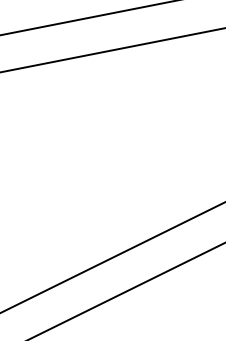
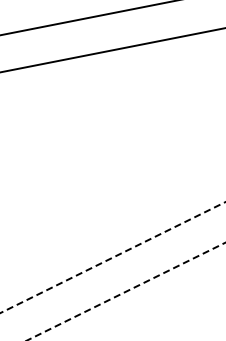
line at (113, 257): solid -> dashed
line at (126, 291): solid -> dashed
